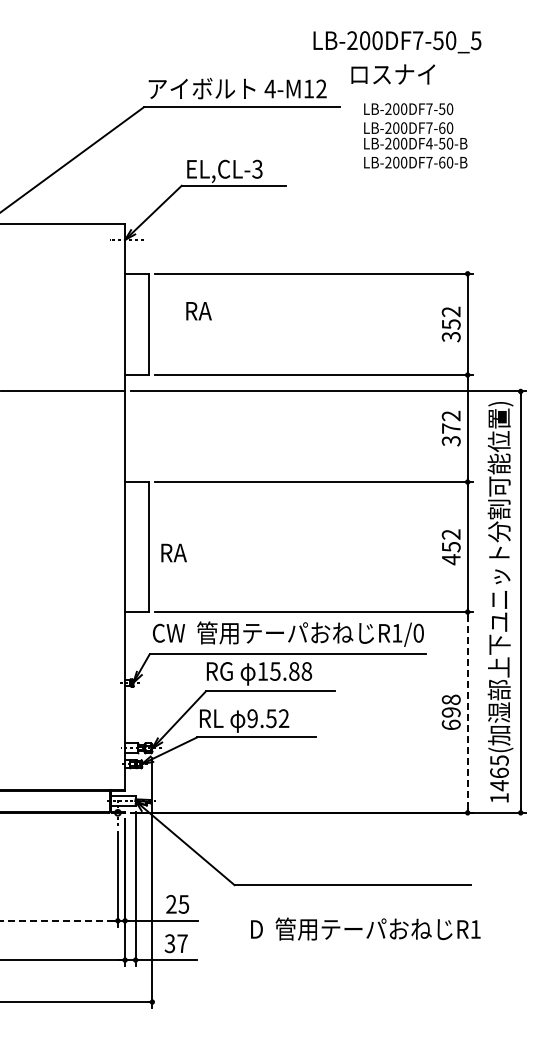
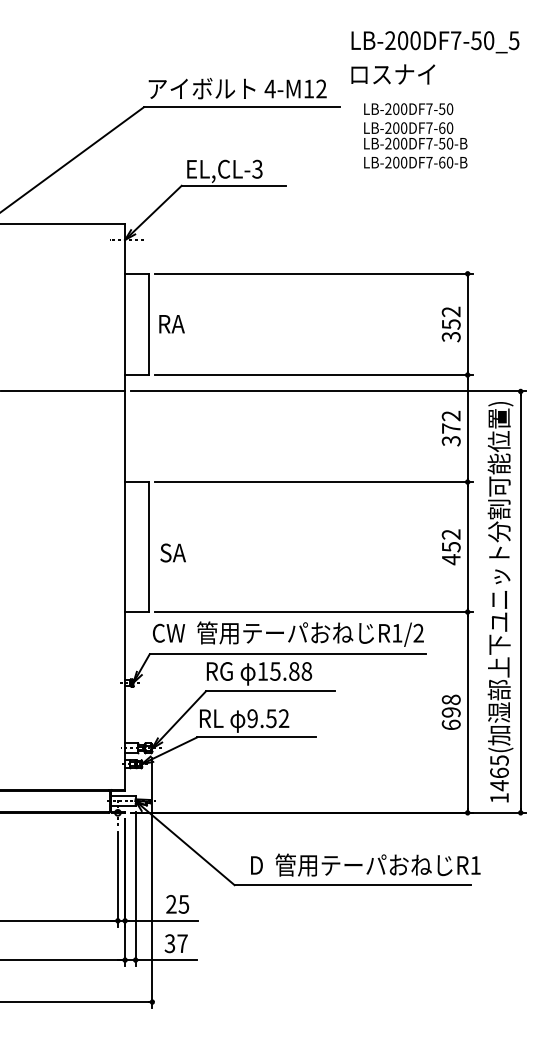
text at (397, 42) position: (397, 42) -> (435, 42)
text at (428, 143): LB-200DF4-50-B -> LB-200DF7-50-B
text at (198, 311) position: (198, 311) -> (171, 324)
text at (173, 552): RA -> SA
text at (418, 633): R1/0 -> R1/2
line at (467, 712): dashed -> solid
line at (57, 920): dashed -> solid
text at (365, 928) position: (365, 928) -> (365, 864)
